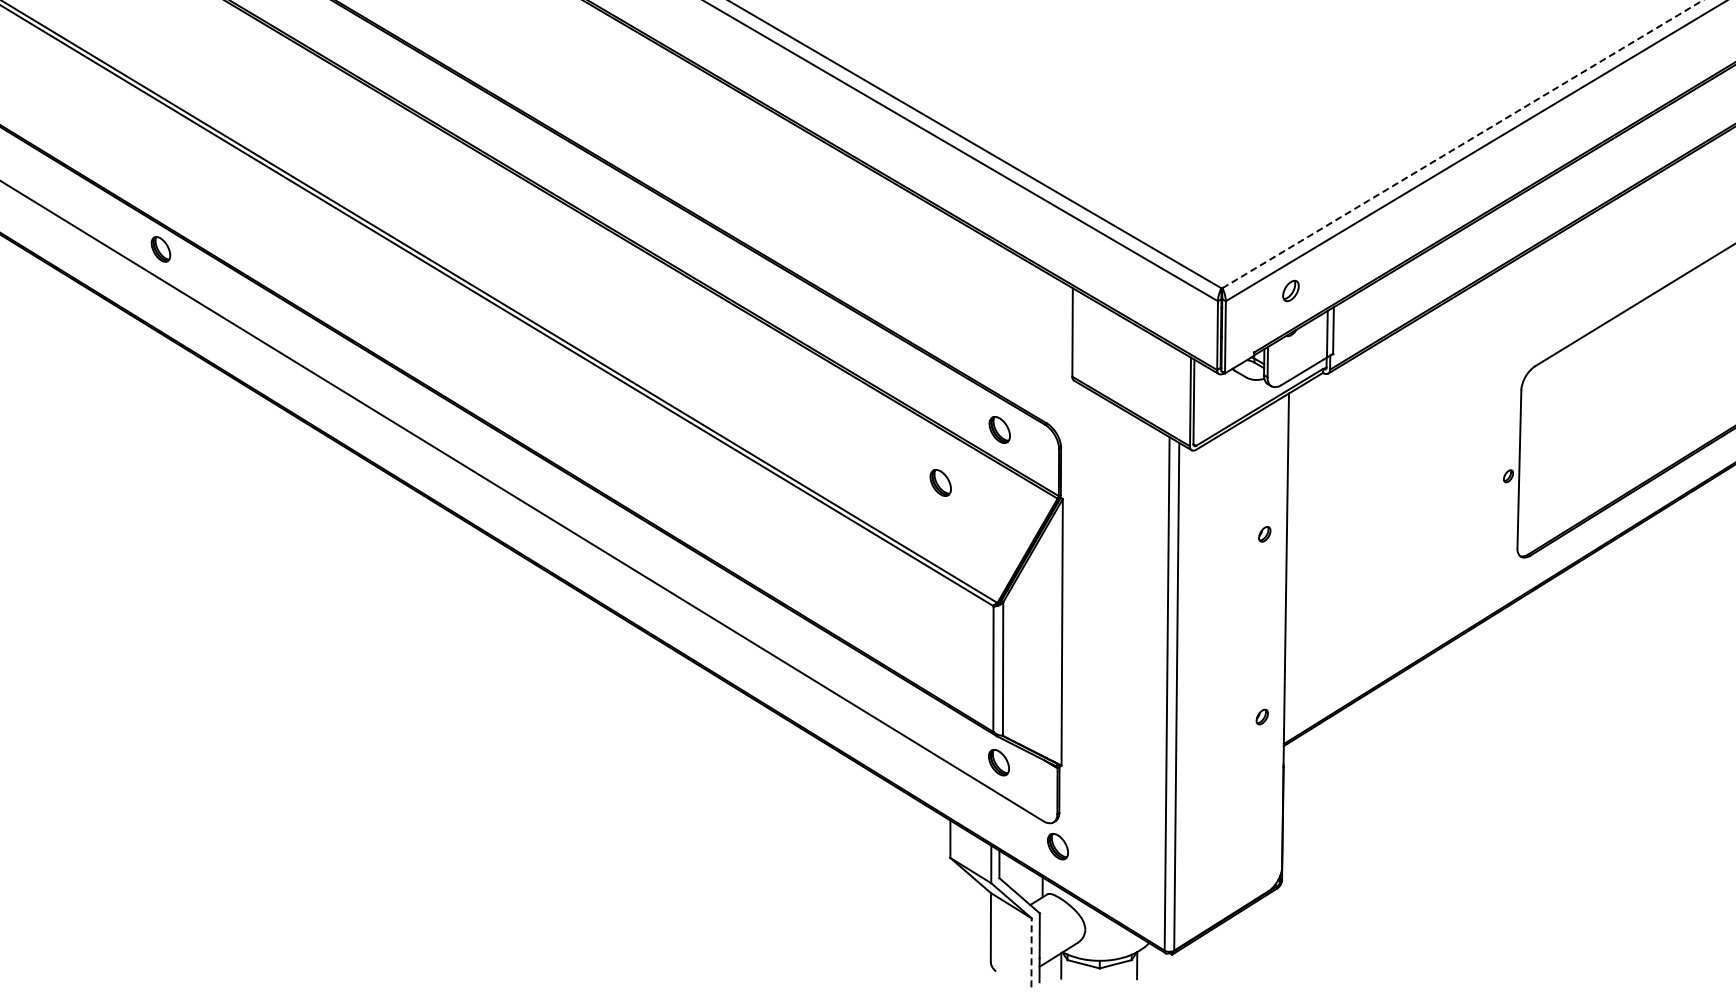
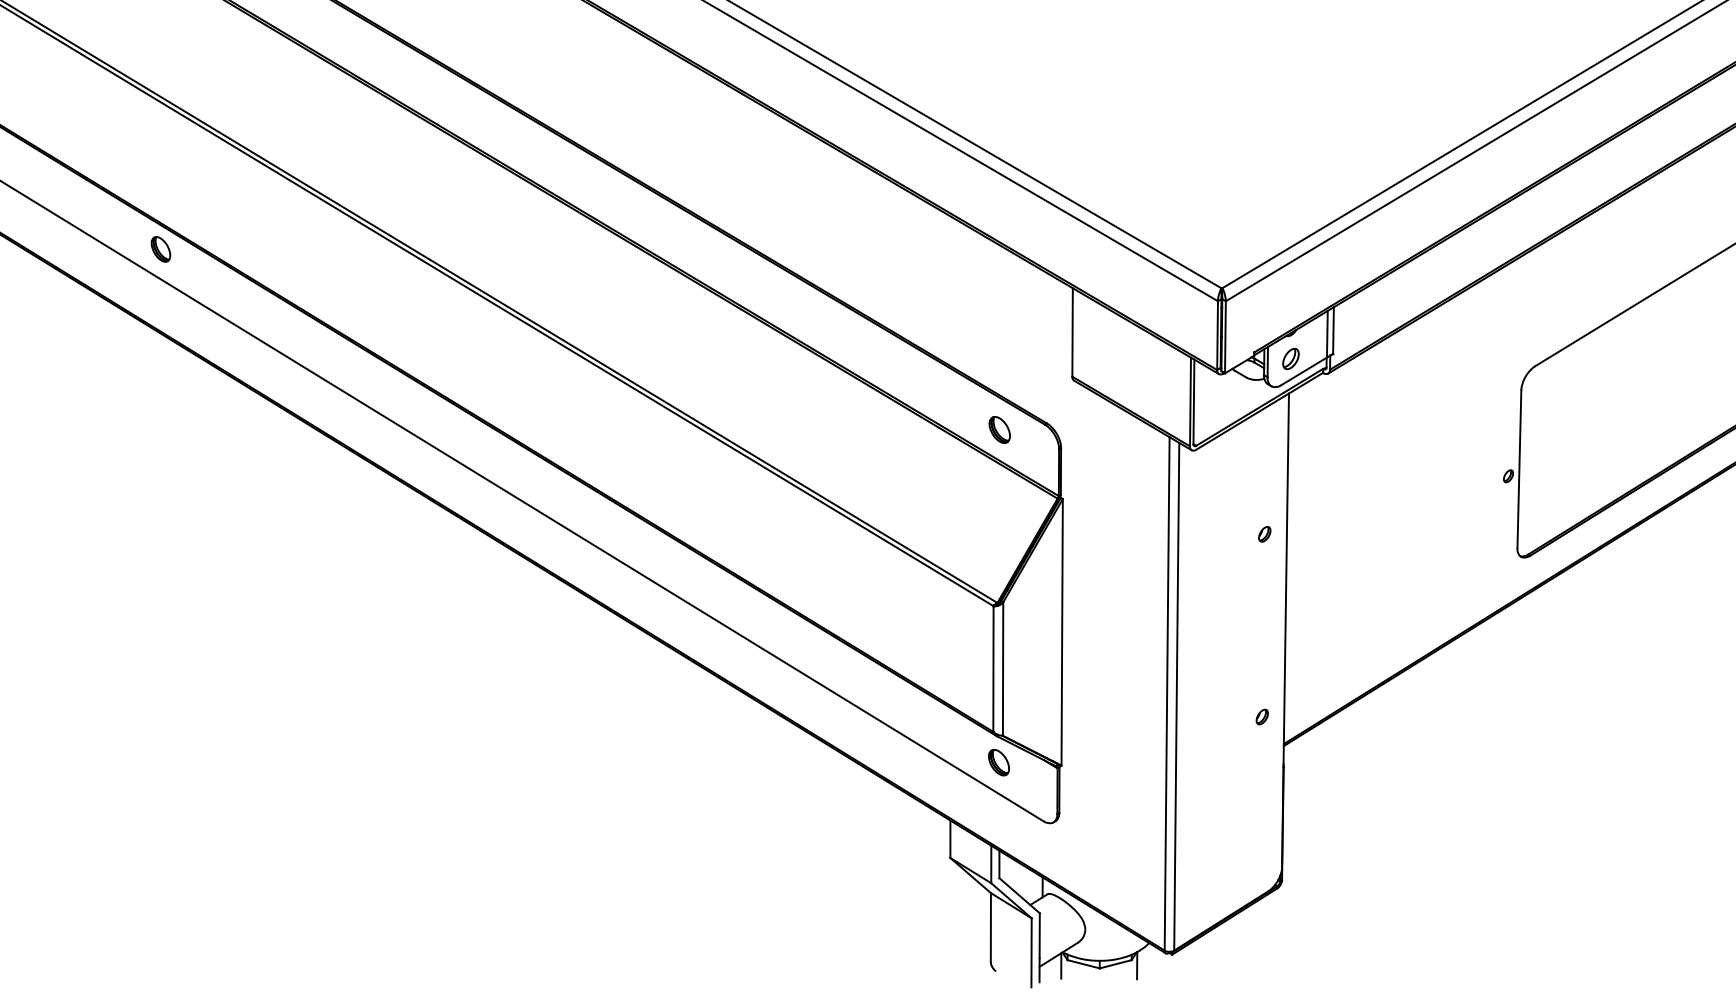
line at (1463, 143): dashed -> solid
part at (1290, 290) position: (1290, 290) -> (1290, 358)
part at (940, 482): present -> none
part at (1057, 846): present -> none
line at (1031, 952): dashed -> solid
